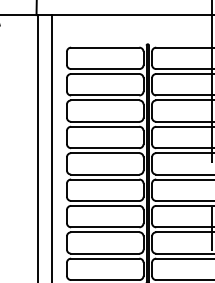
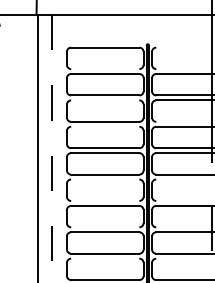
line at (183, 47): present -> none
line at (105, 69): present -> none
line at (183, 69): present -> none
line at (105, 100): present -> none
line at (183, 121): present -> none
line at (105, 126): present -> none
line at (51, 148): solid -> dashed
line at (105, 179): present -> none
line at (183, 179): present -> none
line at (105, 200): present -> none
line at (183, 200): present -> none
line at (105, 227): present -> none
line at (183, 227): present -> none
line at (105, 258): present -> none
line at (183, 258): present -> none
